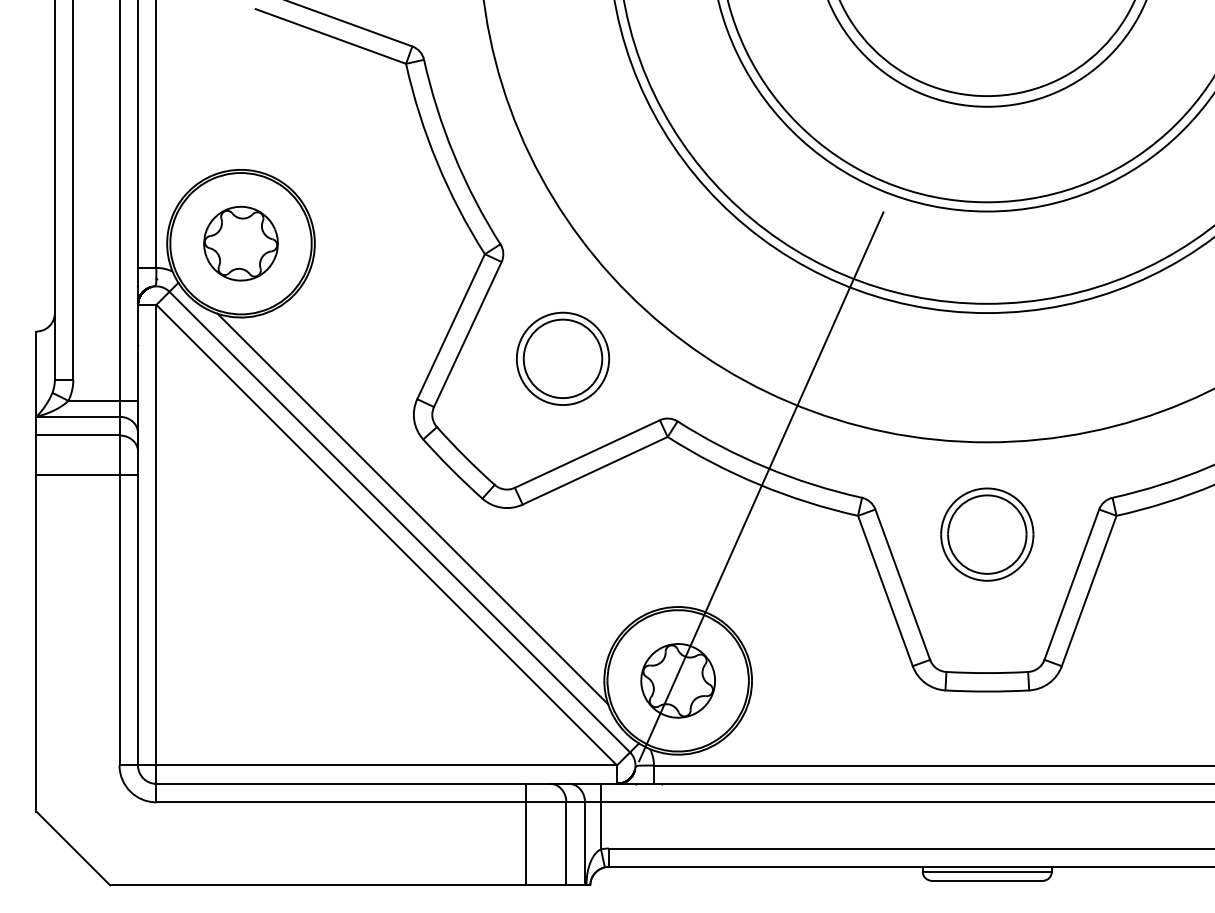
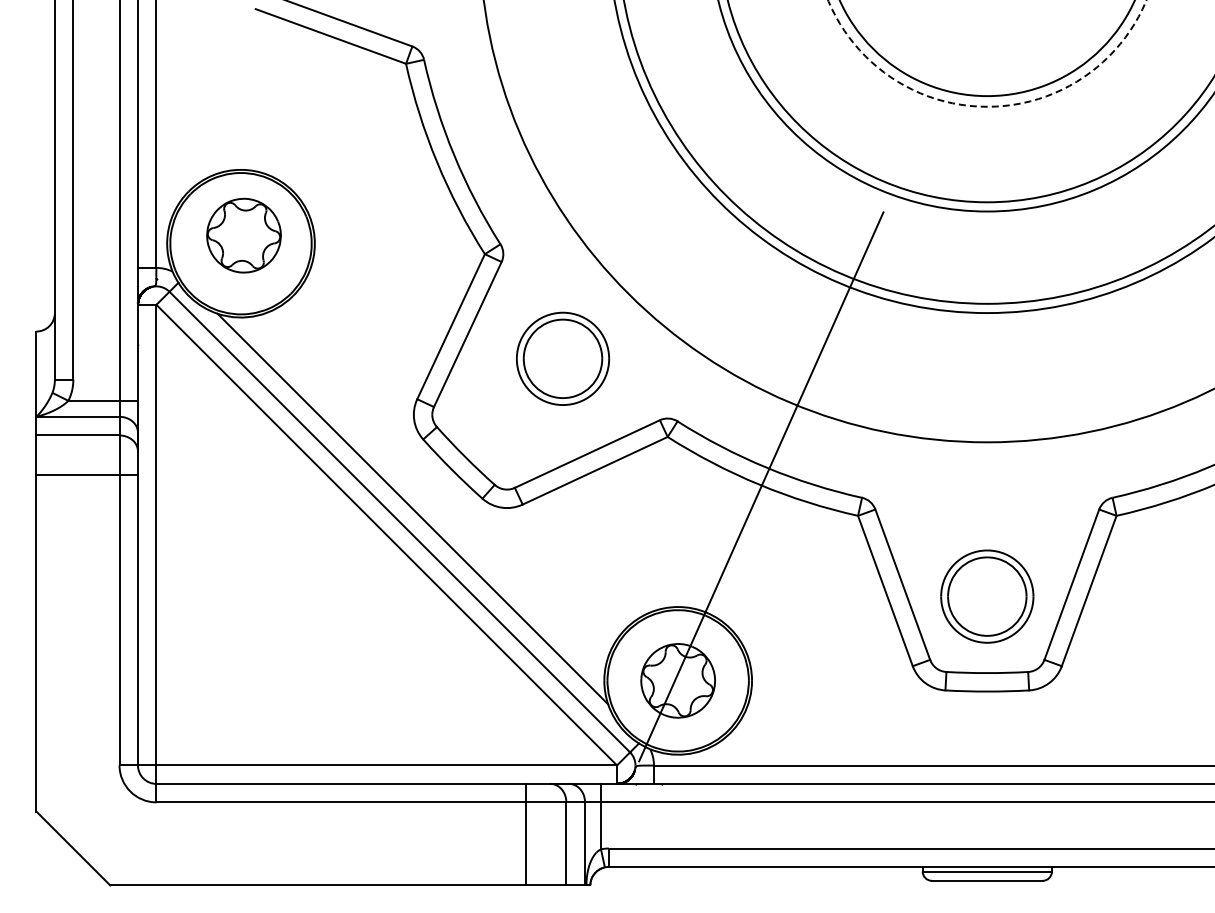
arc at (987, 106): solid -> dashed
part at (240, 243) position: (240, 243) -> (243, 235)
part at (987, 534) position: (987, 534) -> (987, 596)
